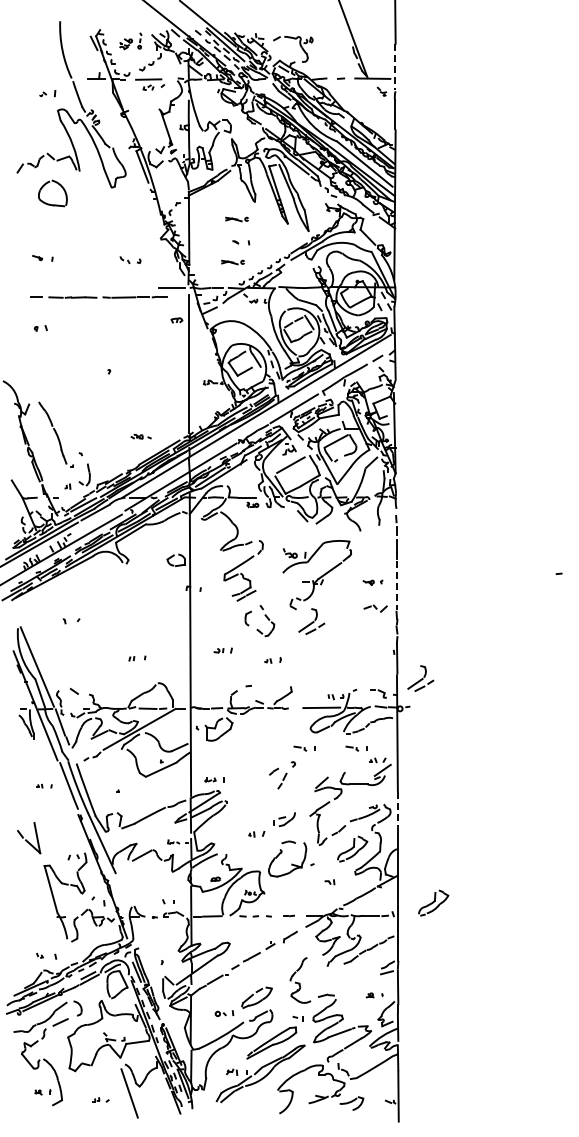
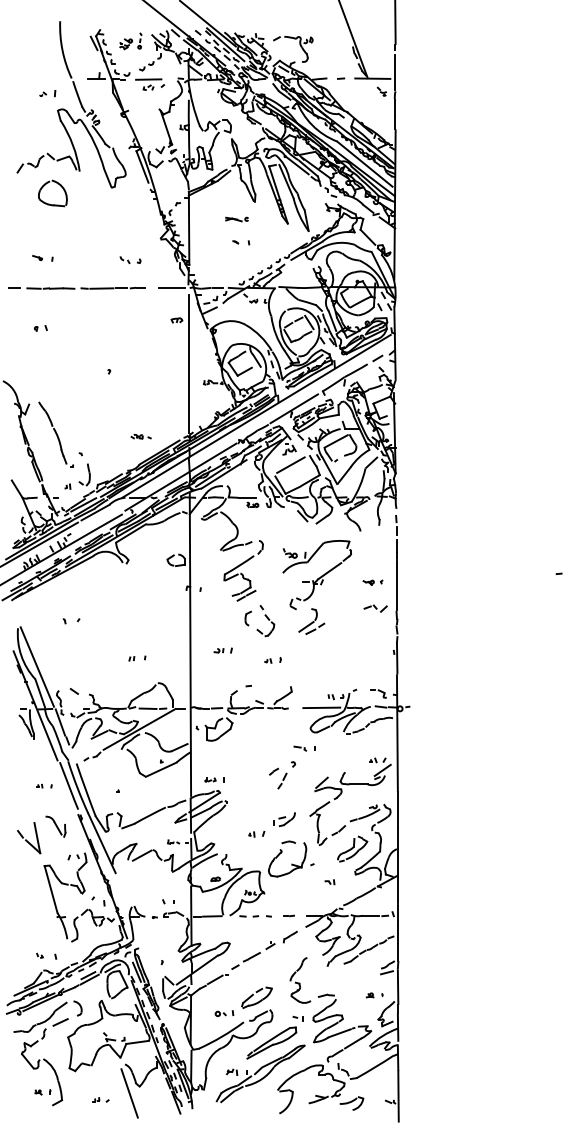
line at (395, 72): dashed -> solid
part at (232, 262): present -> none
line at (97, 297) position: (97, 297) -> (75, 288)
line at (396, 585): dashed -> solid
part at (420, 678): present -> none
part at (356, 748): present -> none
line at (397, 809): dashed -> solid
part at (55, 826): none -> present
part at (433, 902): present -> none
